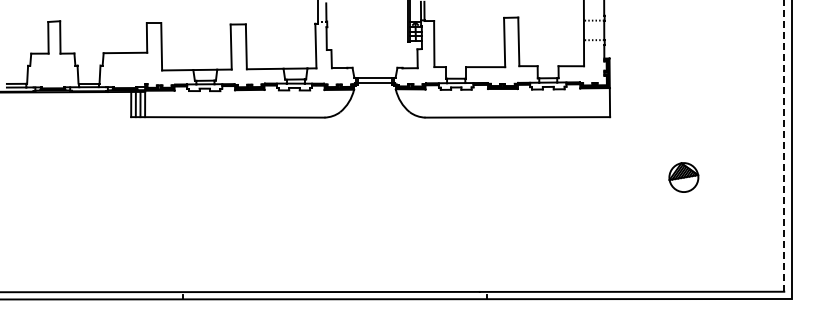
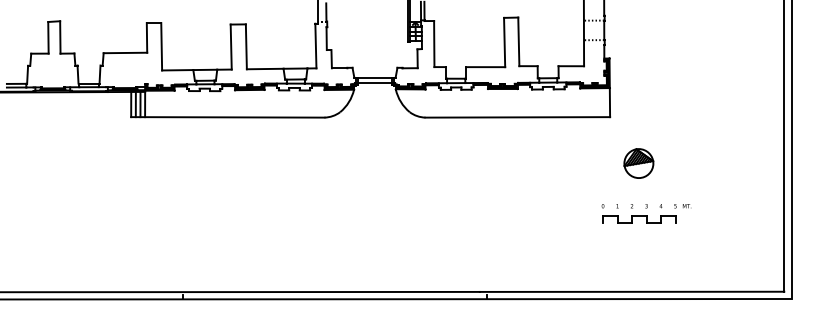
line at (784, 145): dashed -> solid
part at (683, 177) position: (683, 177) -> (638, 163)
part at (646, 213): none -> present
